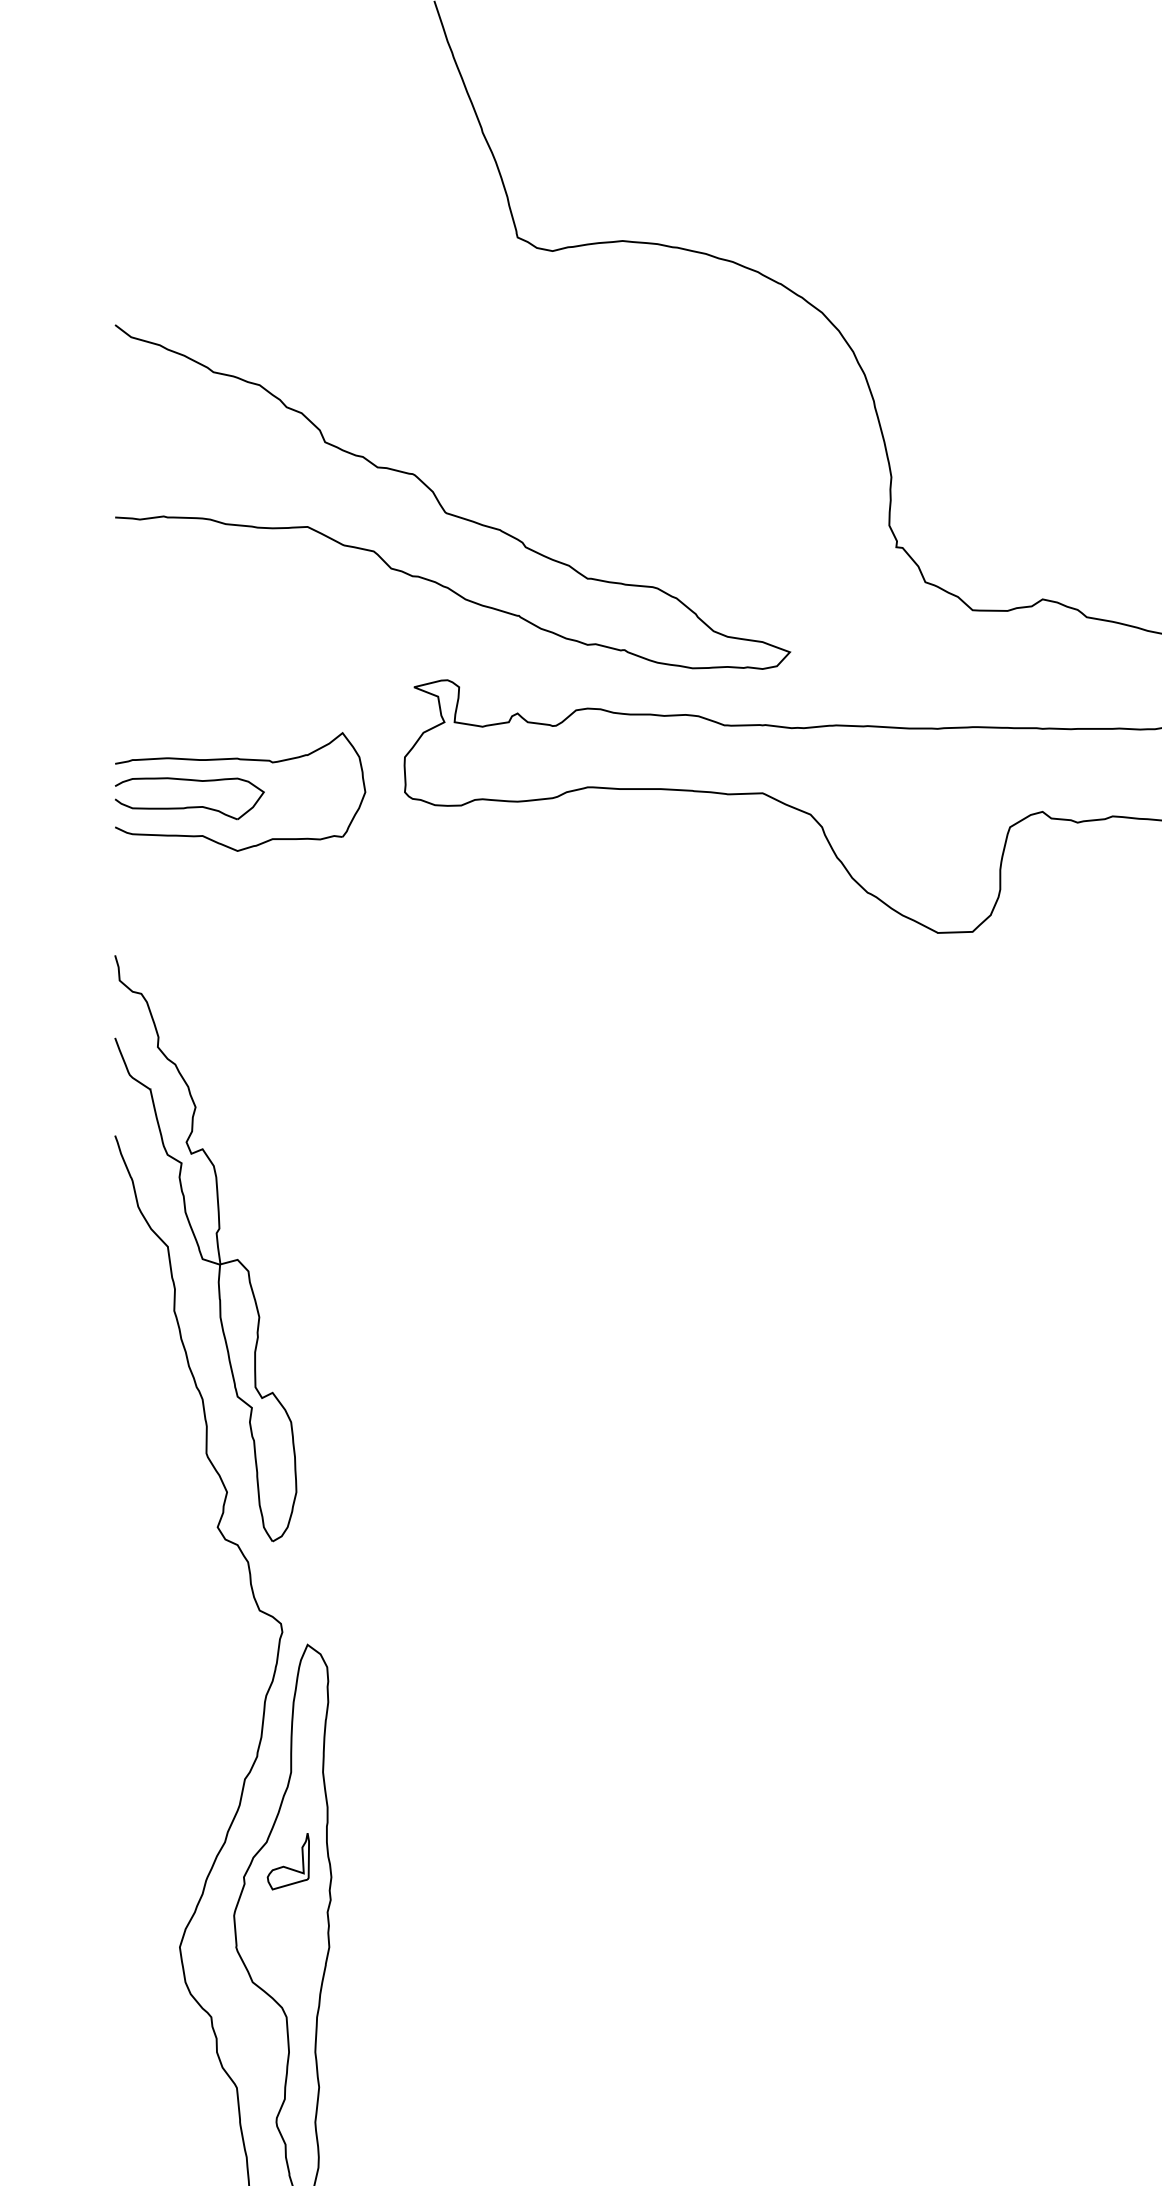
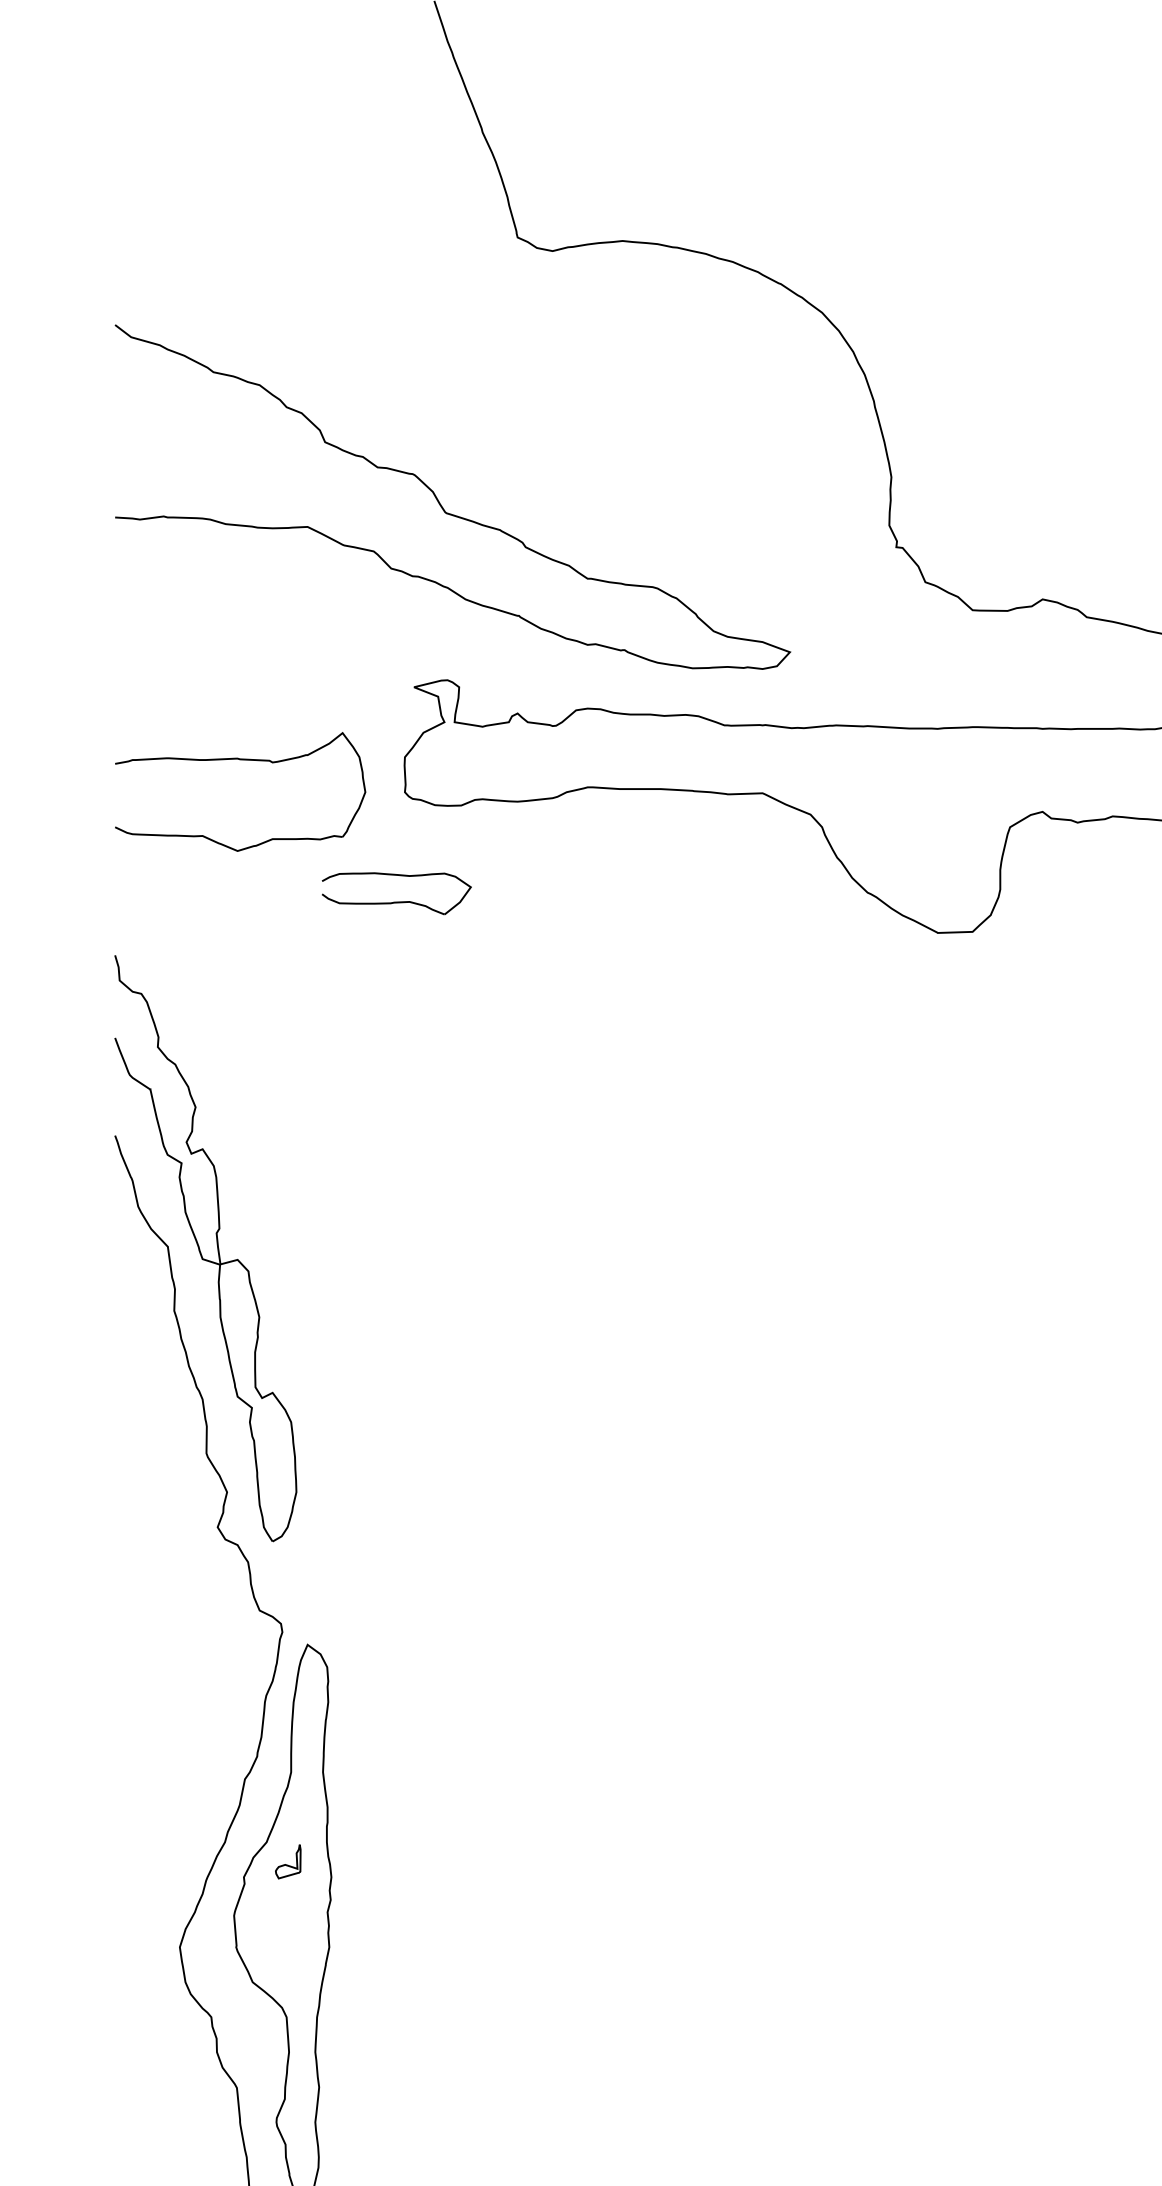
part at (189, 806) position: (189, 806) -> (396, 901)
part at (287, 1861) size: 44x58 px -> 27x36 px
